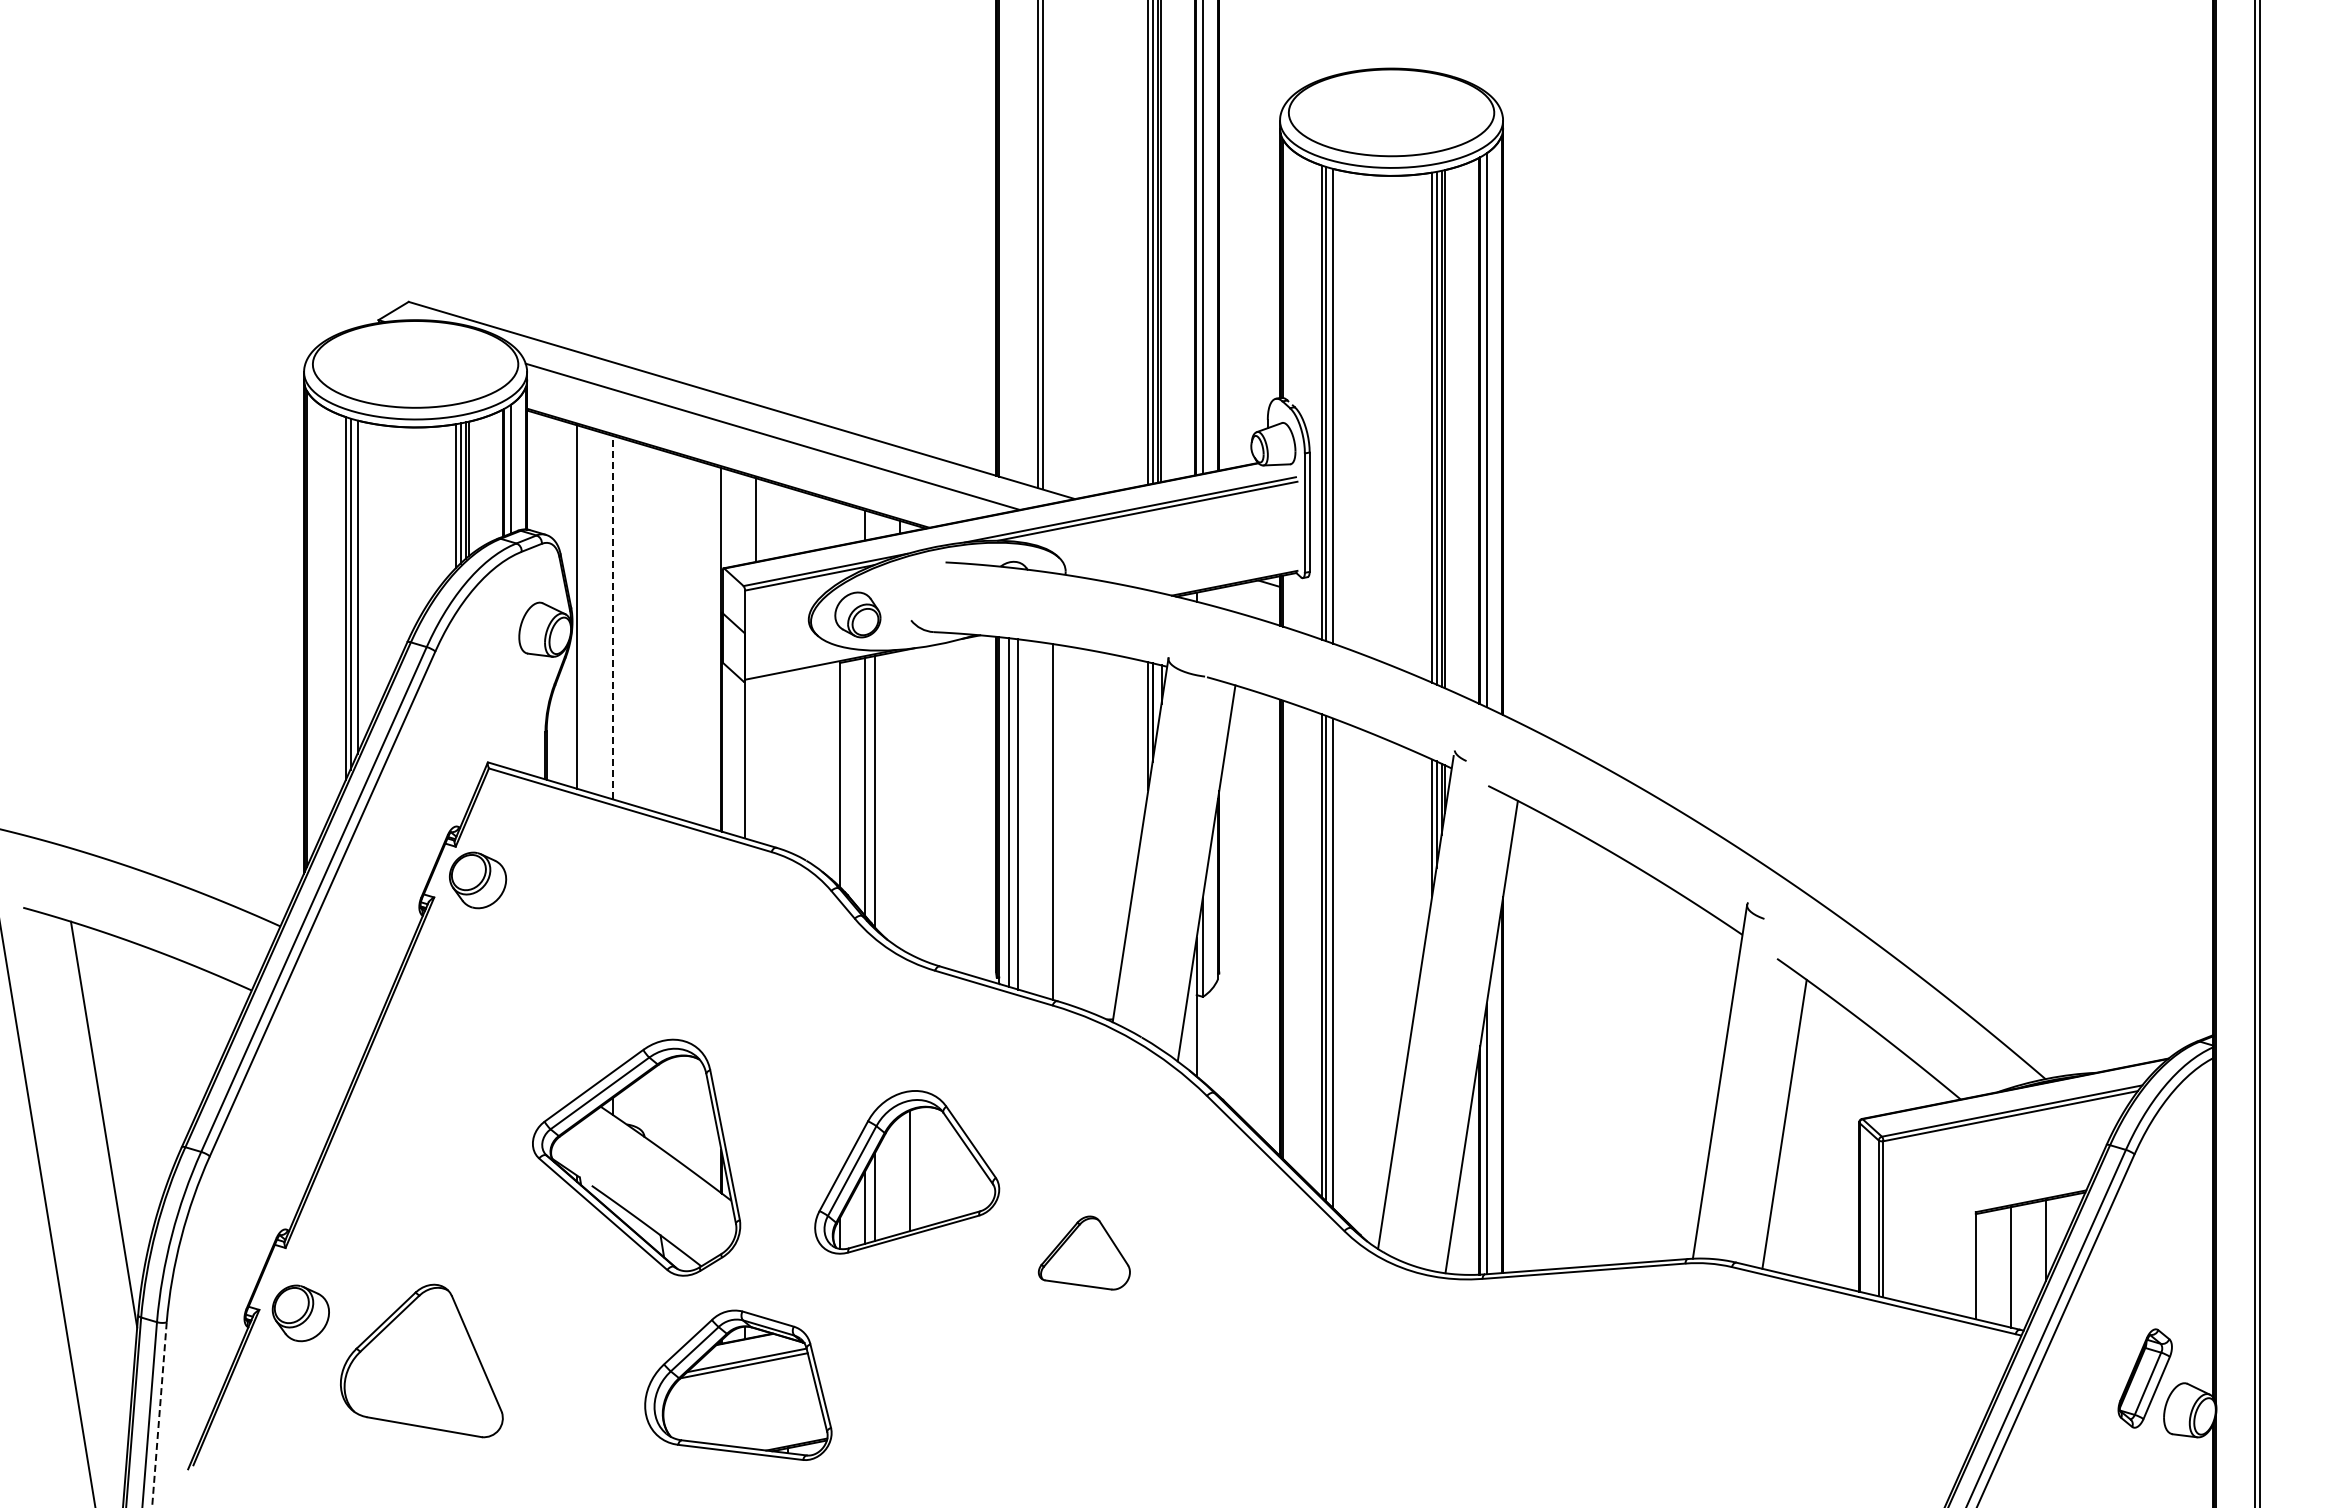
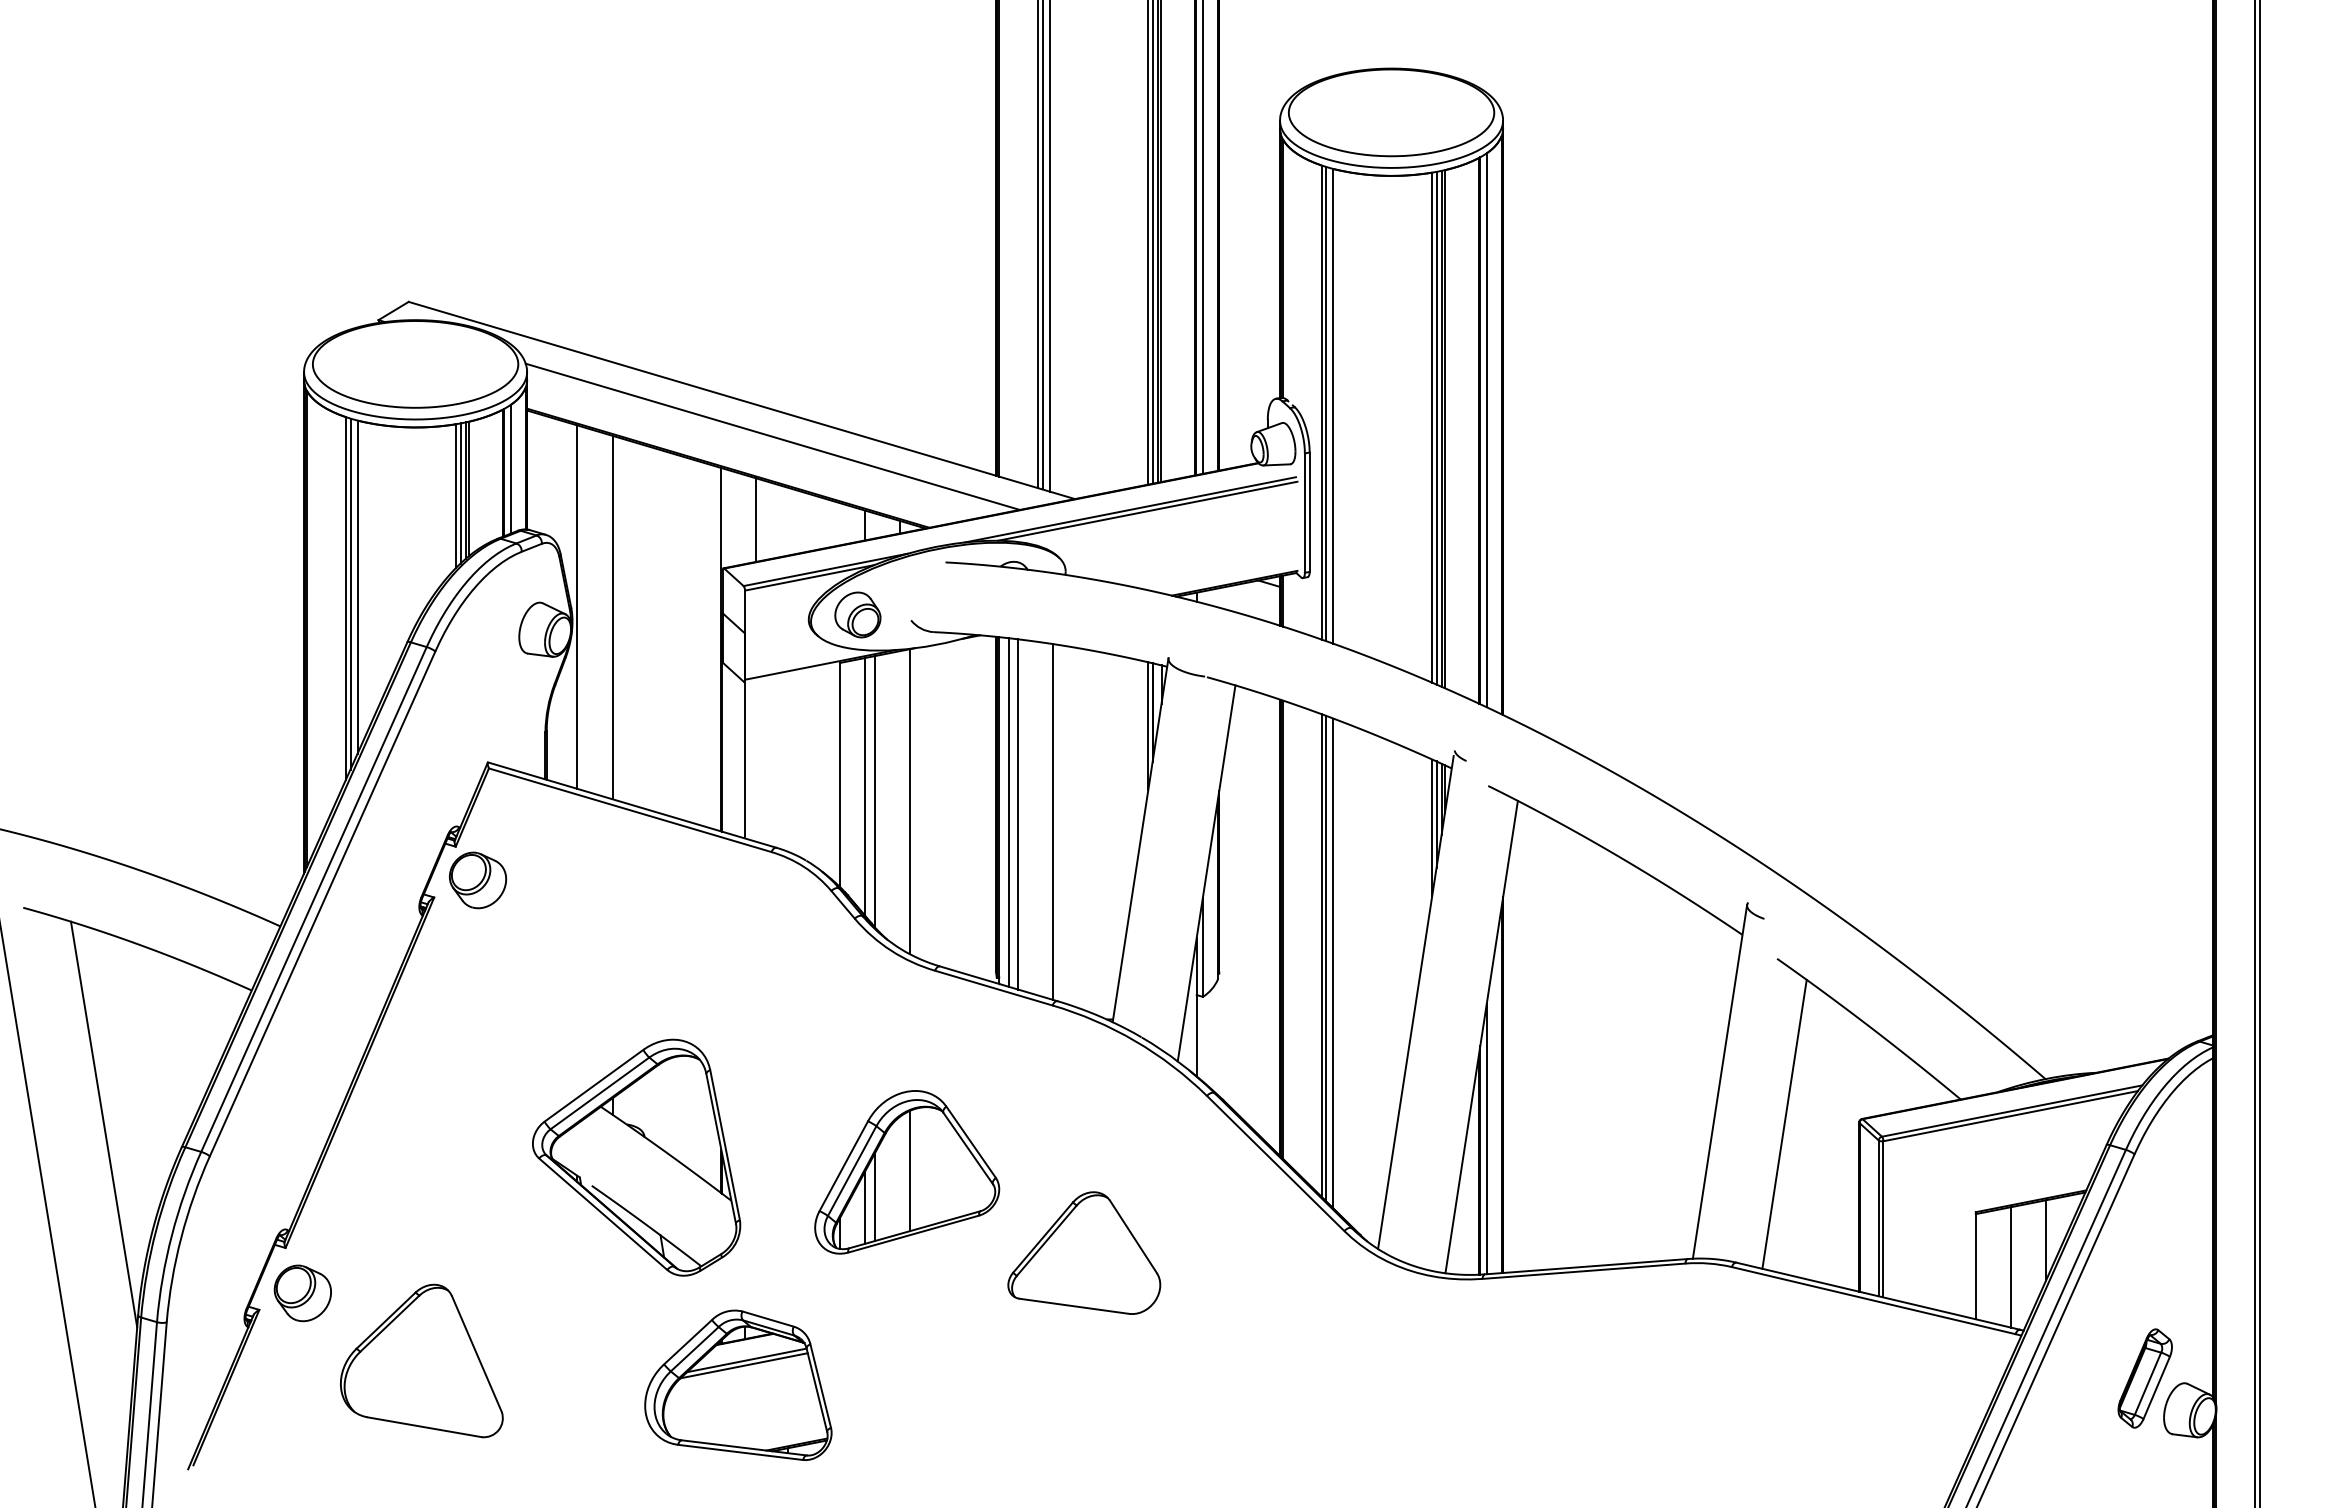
line at (1049, 246): none -> present
line at (612, 617): dashed -> solid
line at (910, 801): none -> present
part at (1083, 1252) size: 94x76 px -> 155x124 px
part at (300, 1313) position: (300, 1313) -> (302, 1293)
line at (159, 1414): dashed -> solid
